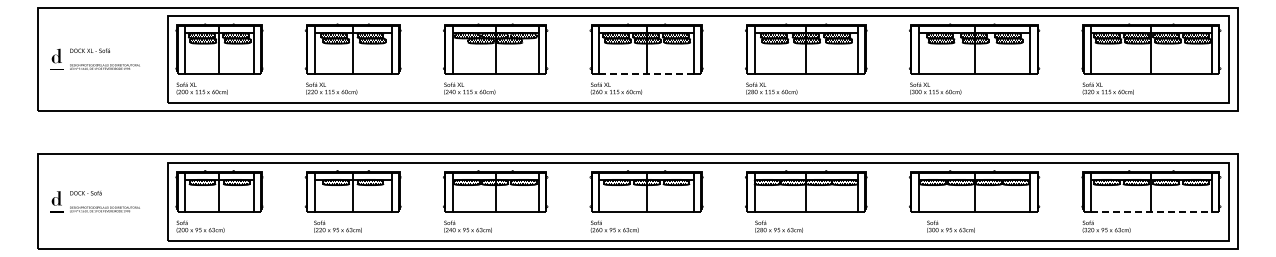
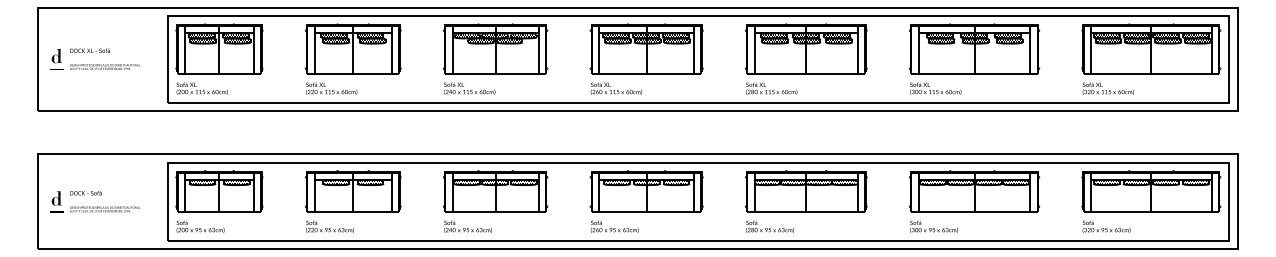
line at (647, 74): dashed -> solid
line at (1151, 212): dashed -> solid
text at (337, 226) position: (337, 226) -> (329, 226)
text at (778, 226) position: (778, 226) -> (769, 226)
text at (950, 226) position: (950, 226) -> (933, 226)
